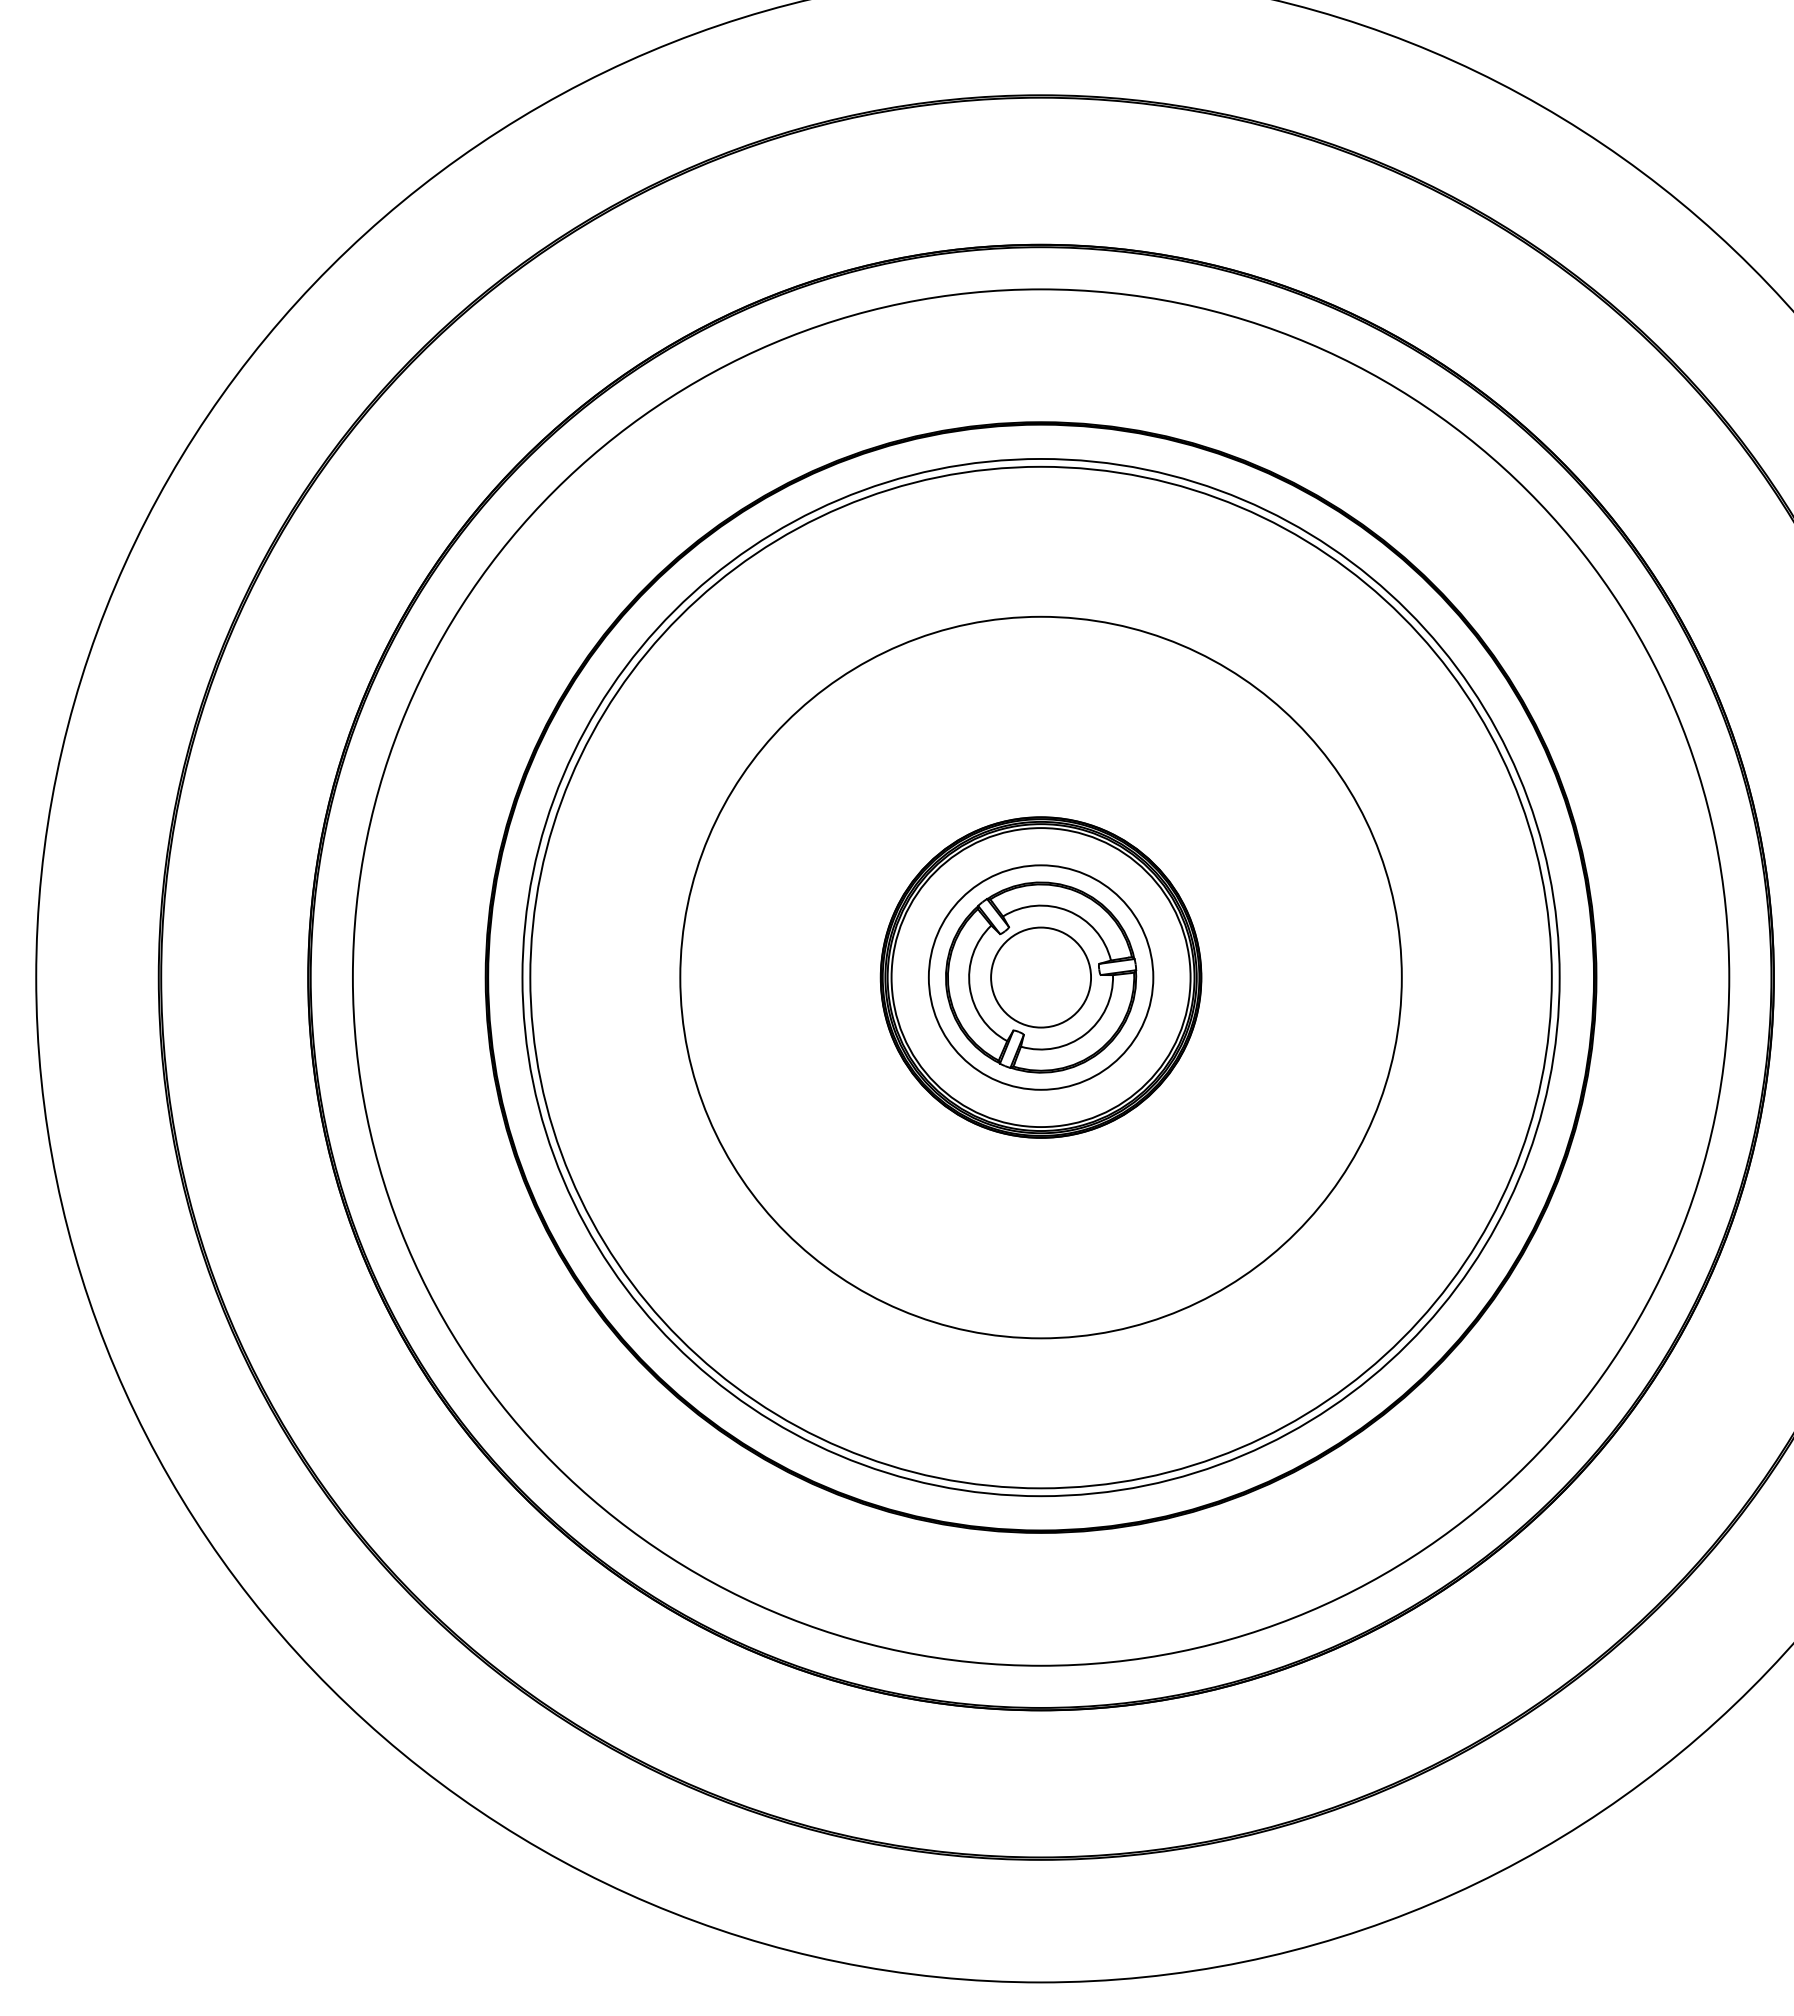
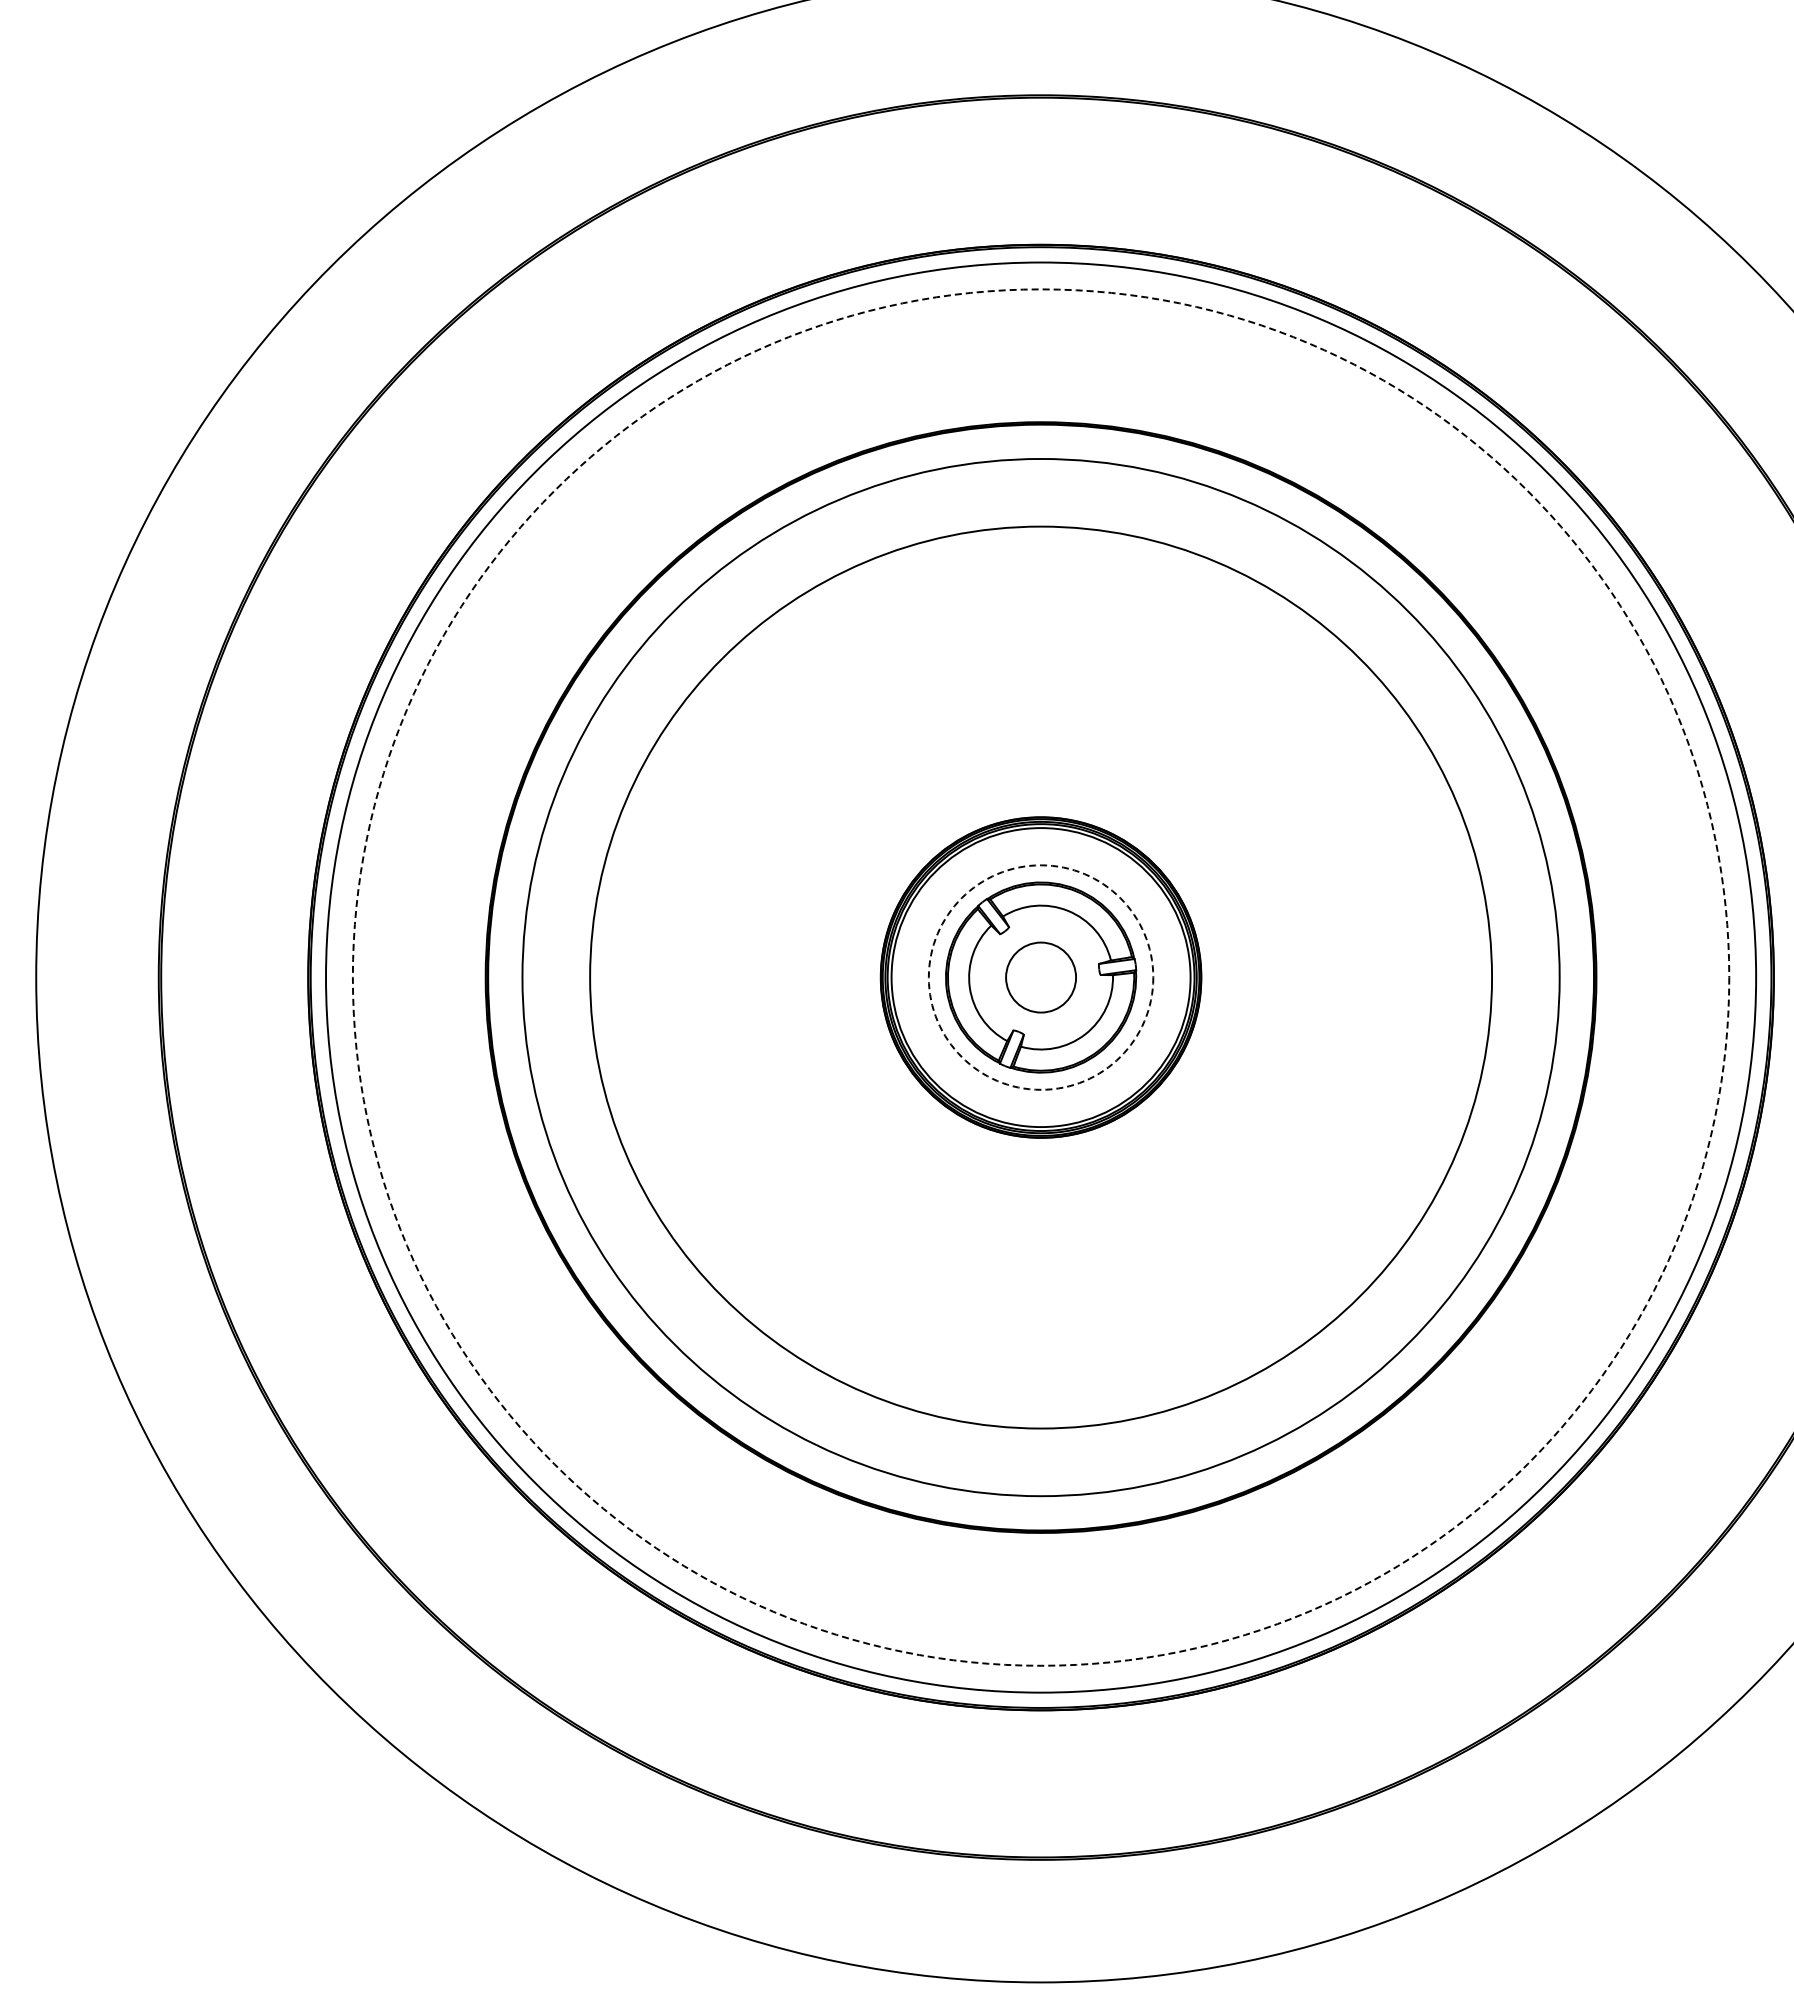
circle at (1040, 977) diameter: 1022 px -> 1430 px
circle at (1040, 977) diameter: 722 px -> 902 px
circle at (1040, 977): solid -> dashed
circle at (1040, 977): solid -> dashed
circle at (1041, 977) diameter: 100 px -> 70 px
